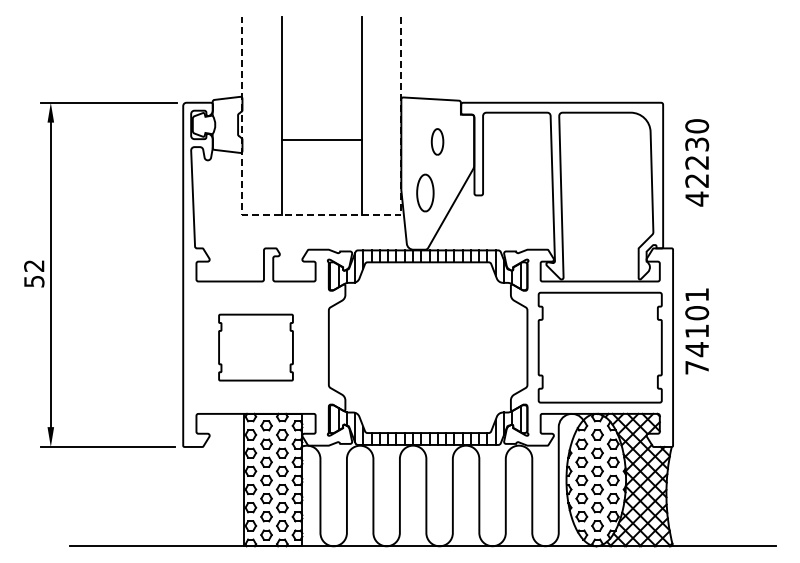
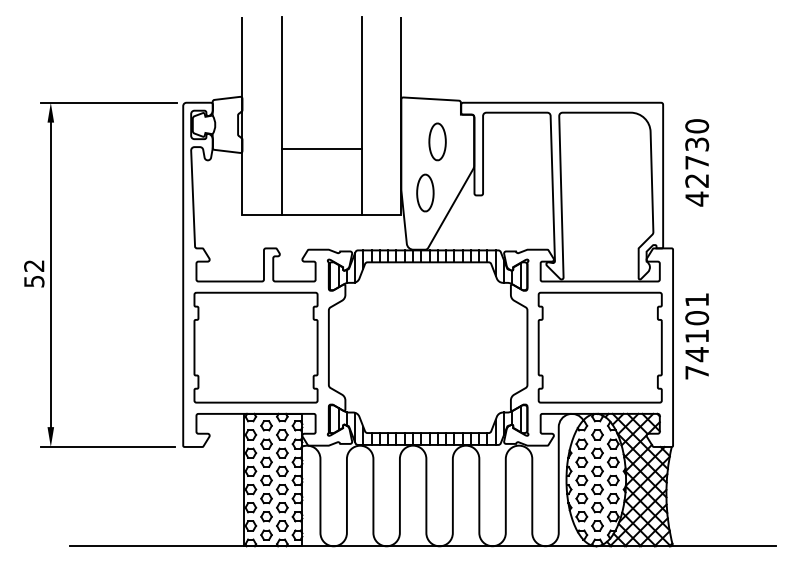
line at (321, 140) position: (321, 140) -> (321, 149)
part at (437, 141) size: 15x28 px -> 19x40 px
text at (696, 162): 42230 -> 42730
line at (321, 215): dashed -> solid
text at (697, 331) position: (697, 331) -> (697, 336)
part at (255, 347) size: 76x69 px -> 126x113 px
